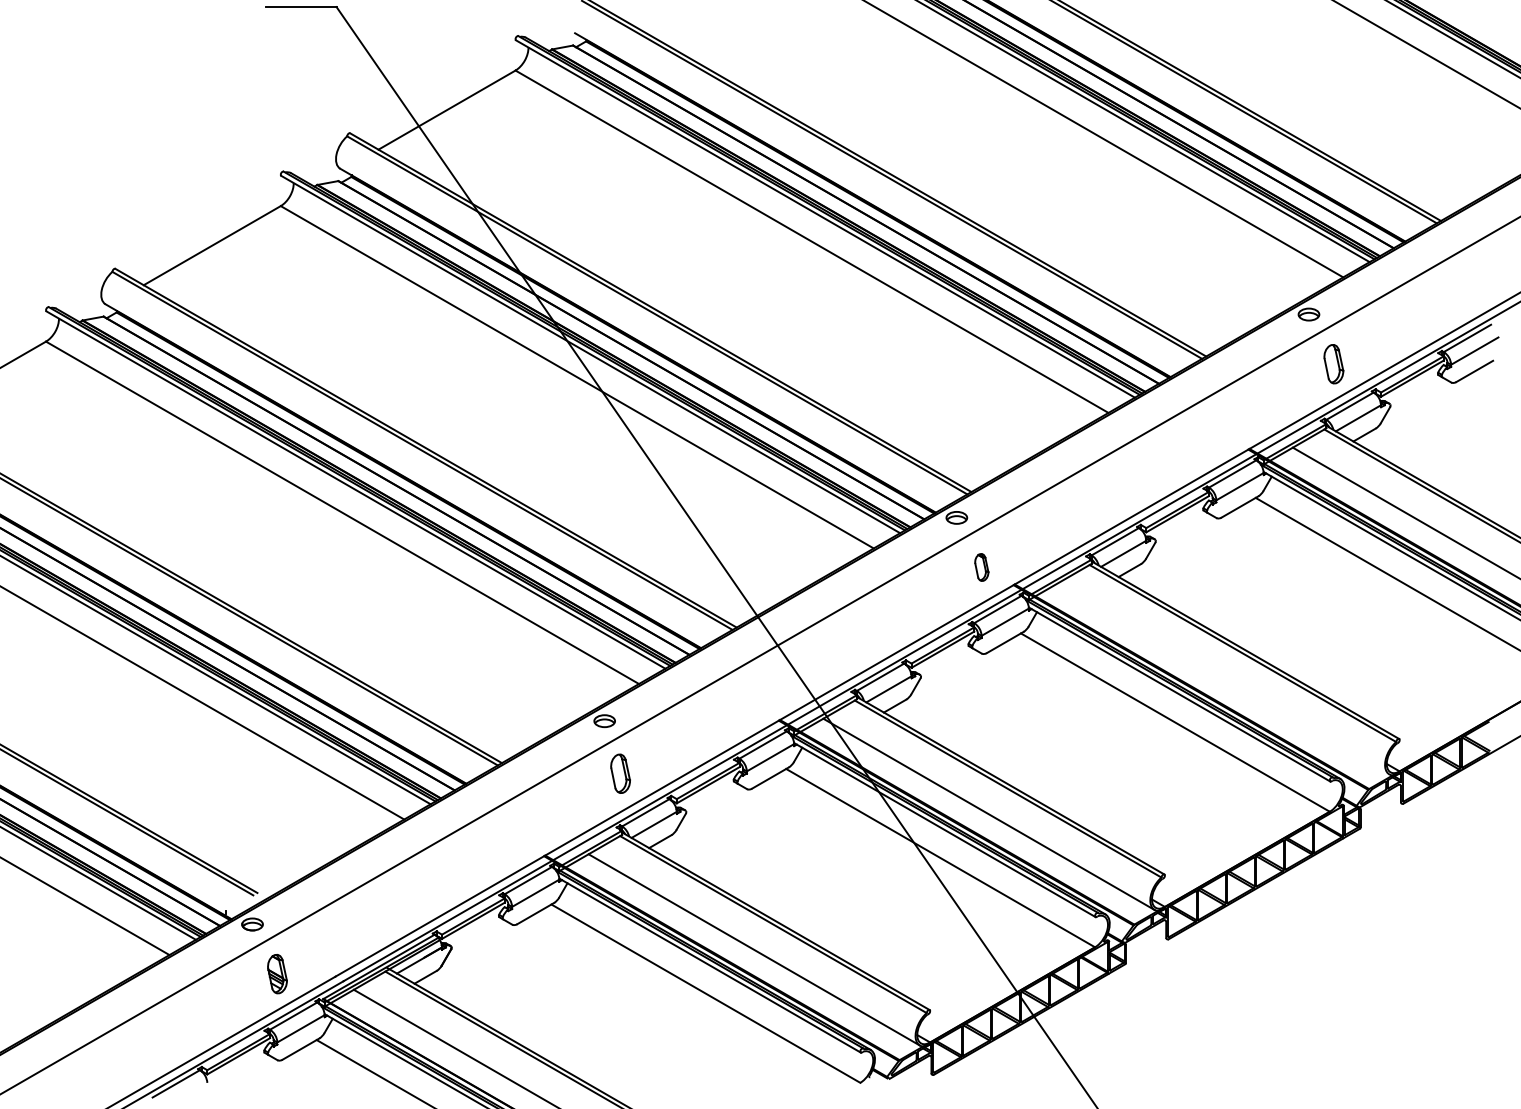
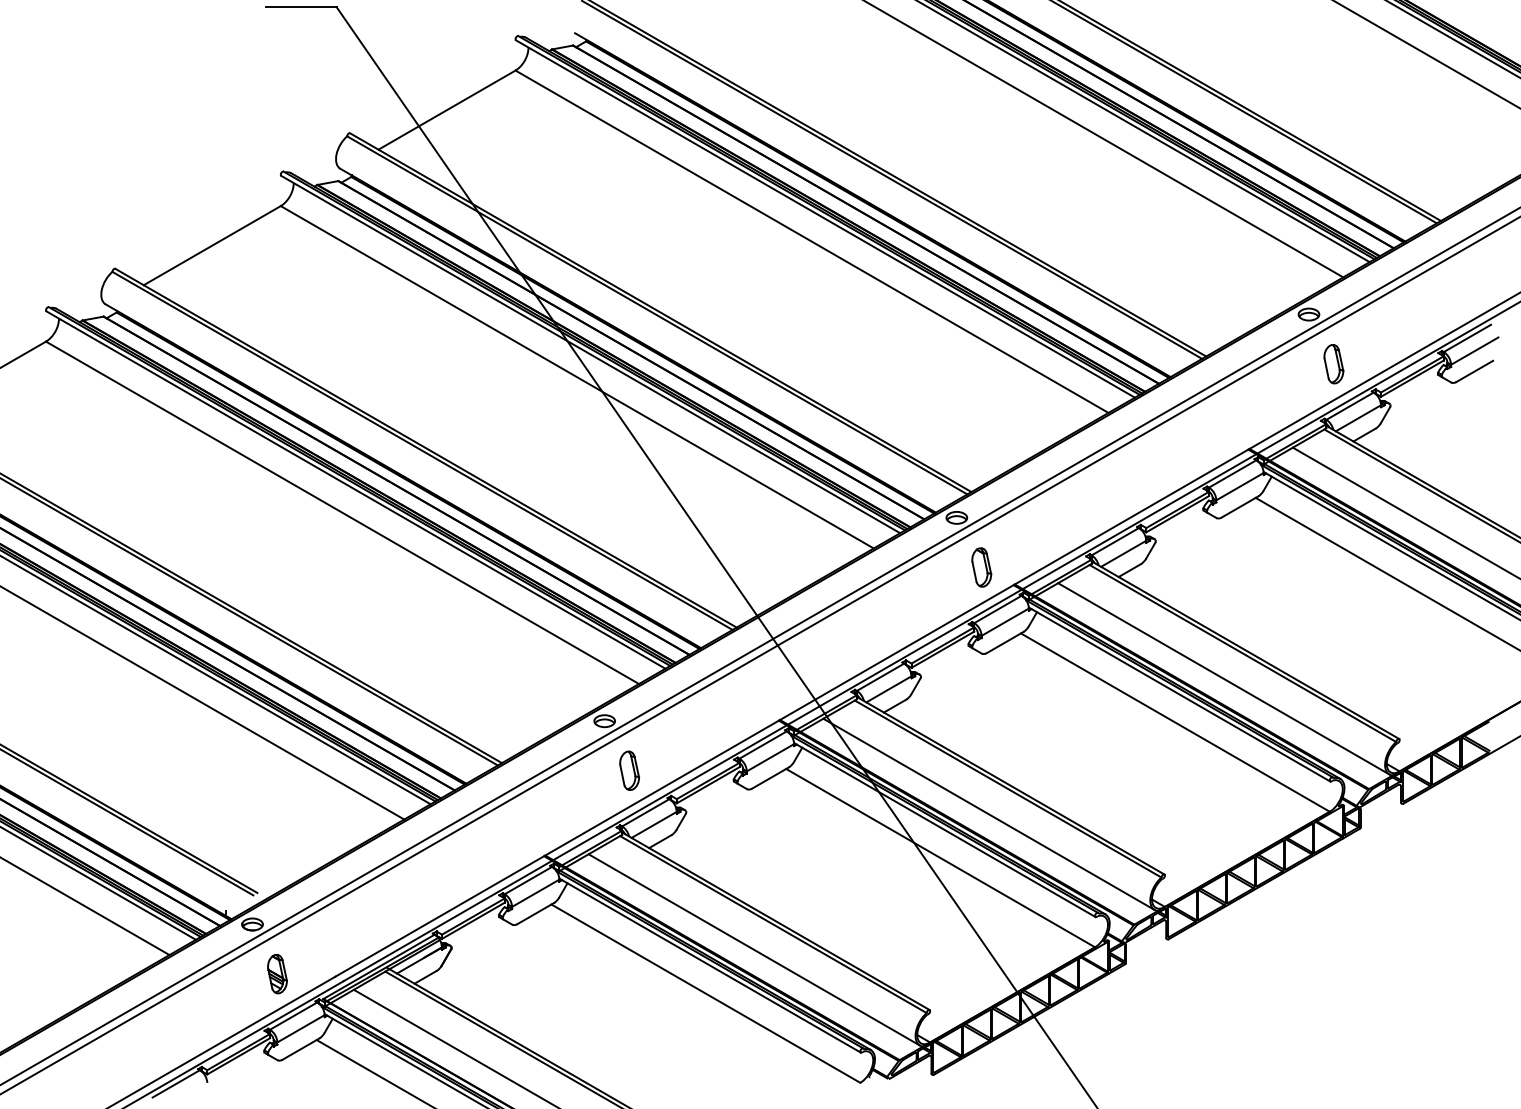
part at (981, 567) size: 16x29 px -> 22x41 px
line at (759, 646): none -> present
line at (1223, 678): none -> present
part at (620, 773) position: (620, 773) -> (629, 770)
